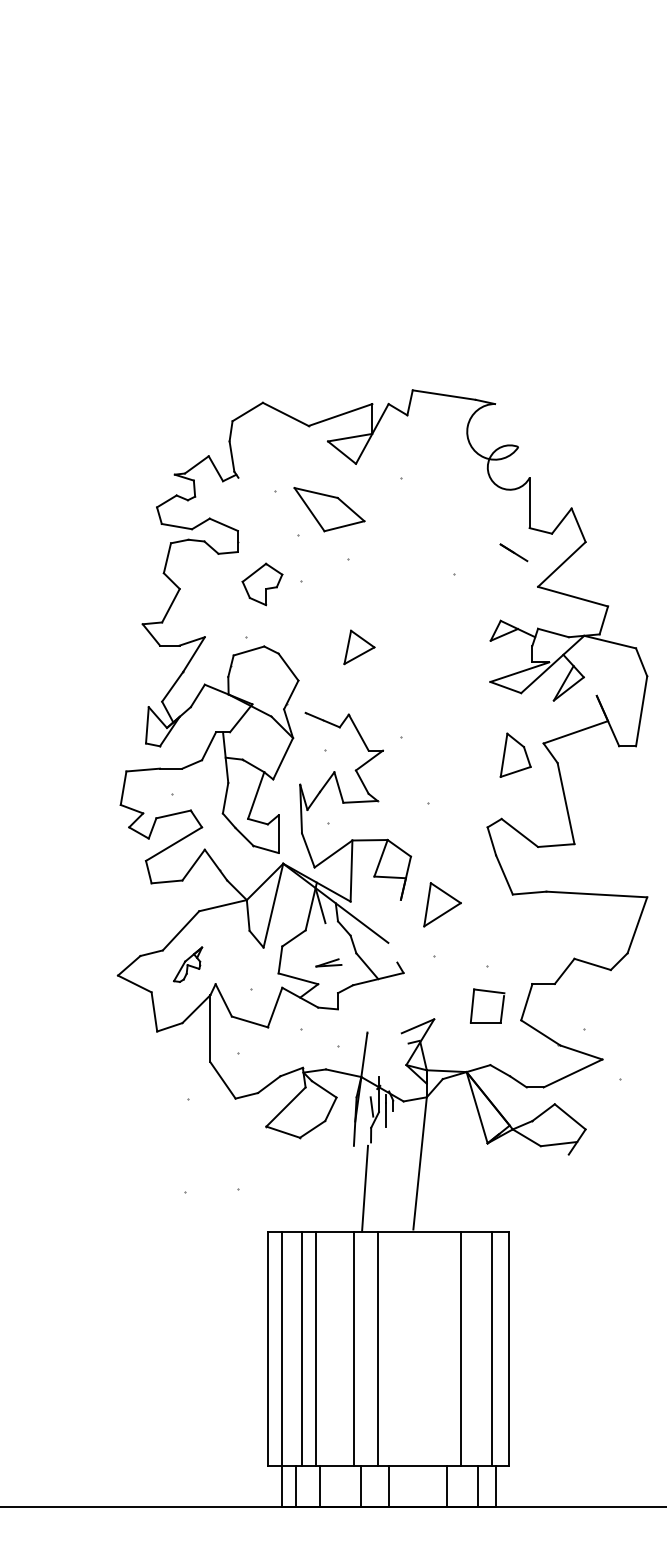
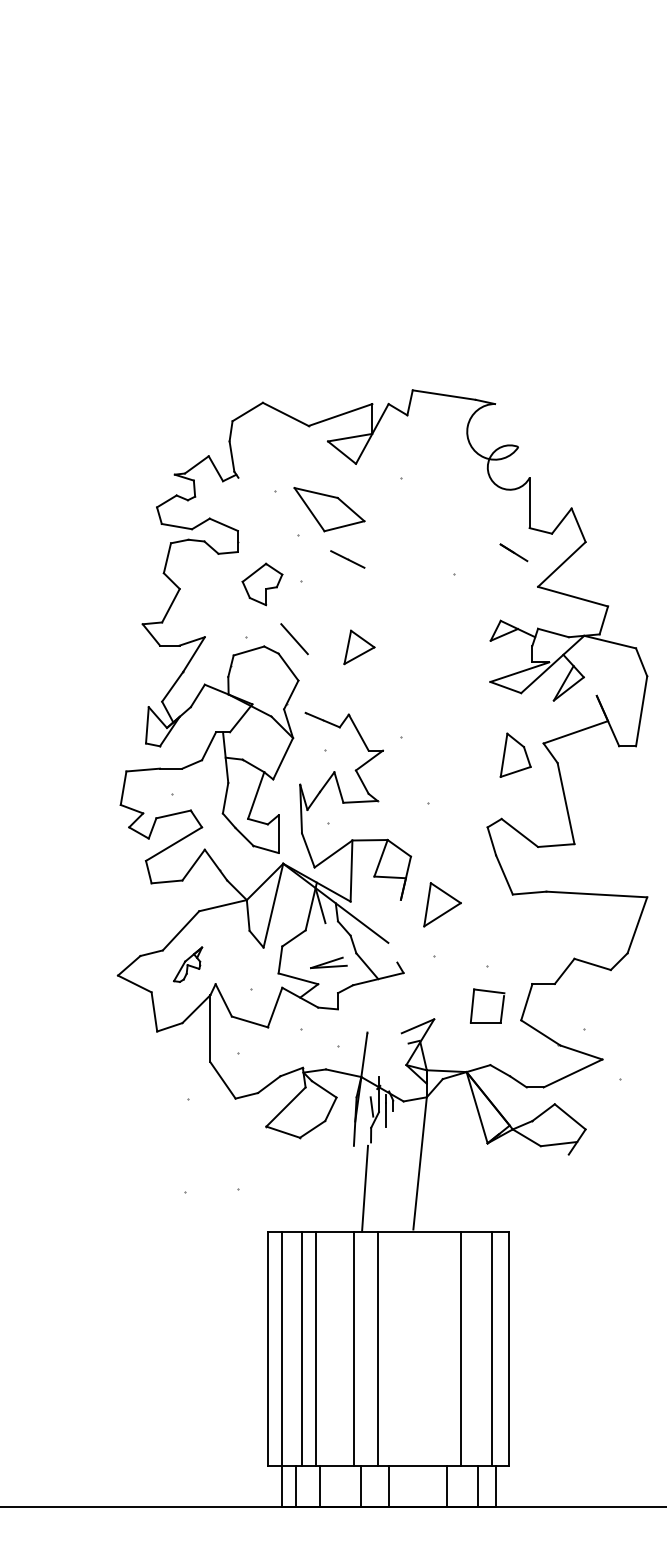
line at (347, 559): none -> present
line at (294, 639): none -> present
part at (328, 962) size: 28x10 px -> 38x14 px
